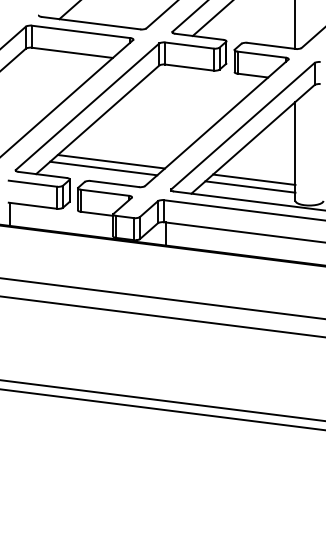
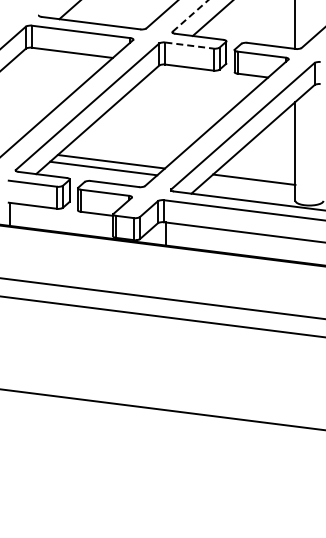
line at (190, 15): solid -> dashed
line at (189, 45): solid -> dashed
line at (250, 186): present -> none
line at (162, 400): present -> none
